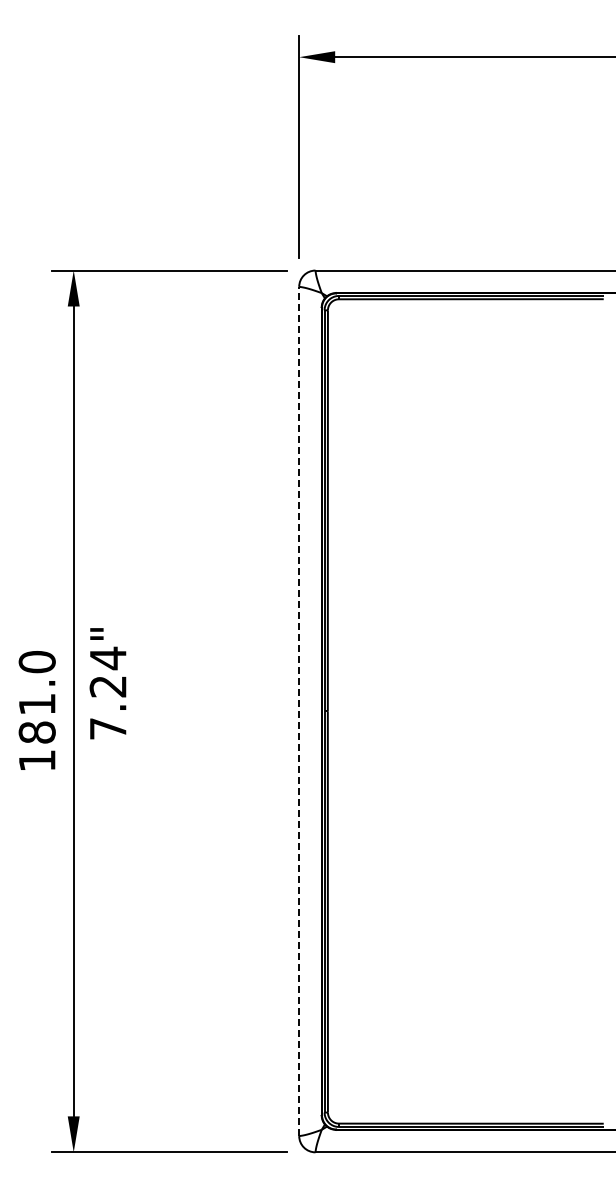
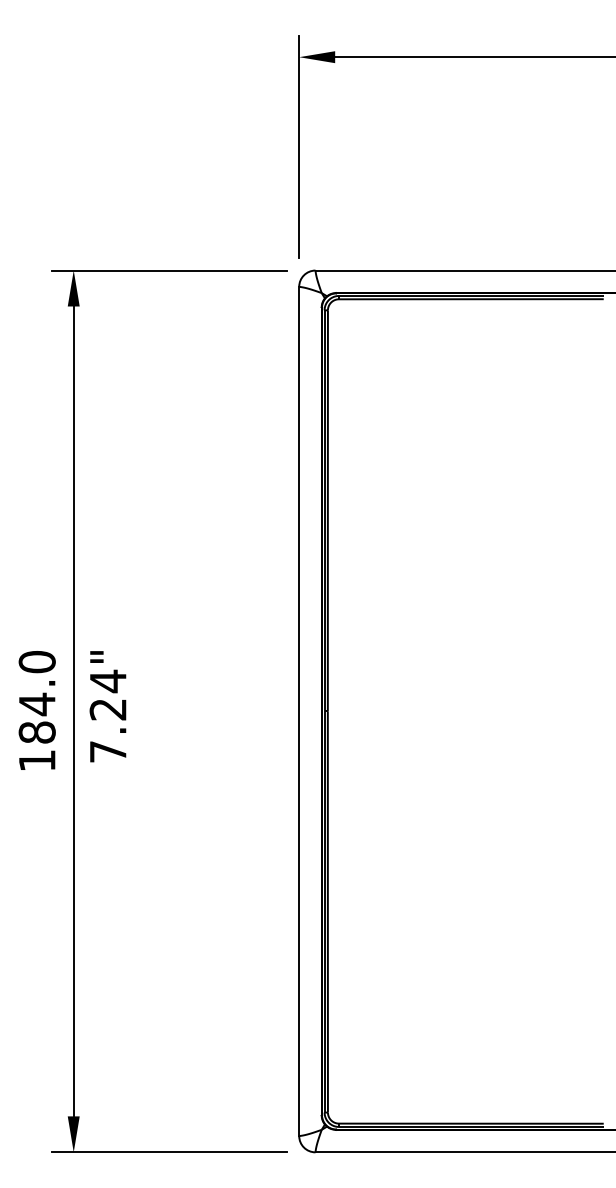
text at (107, 683) position: (107, 683) -> (107, 706)
text at (37, 704): 181.0 -> 184.0
line at (299, 711): dashed -> solid
